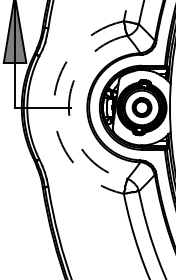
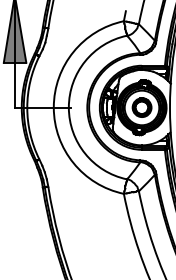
arc at (53, 107): dashed -> solid
arc at (68, 107): dashed -> solid
